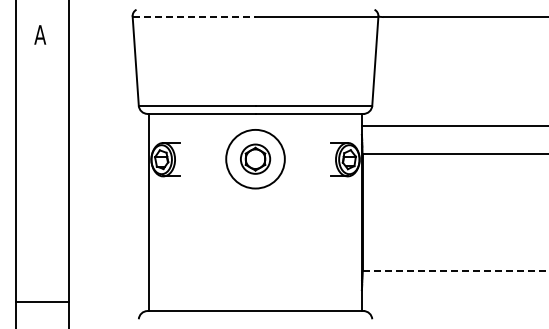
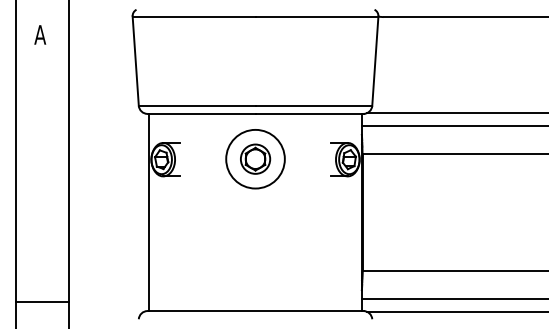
line at (194, 16): dashed -> solid
line at (456, 113): none -> present
line at (456, 271): dashed -> solid
line at (453, 298): none -> present
line at (456, 311): none -> present
